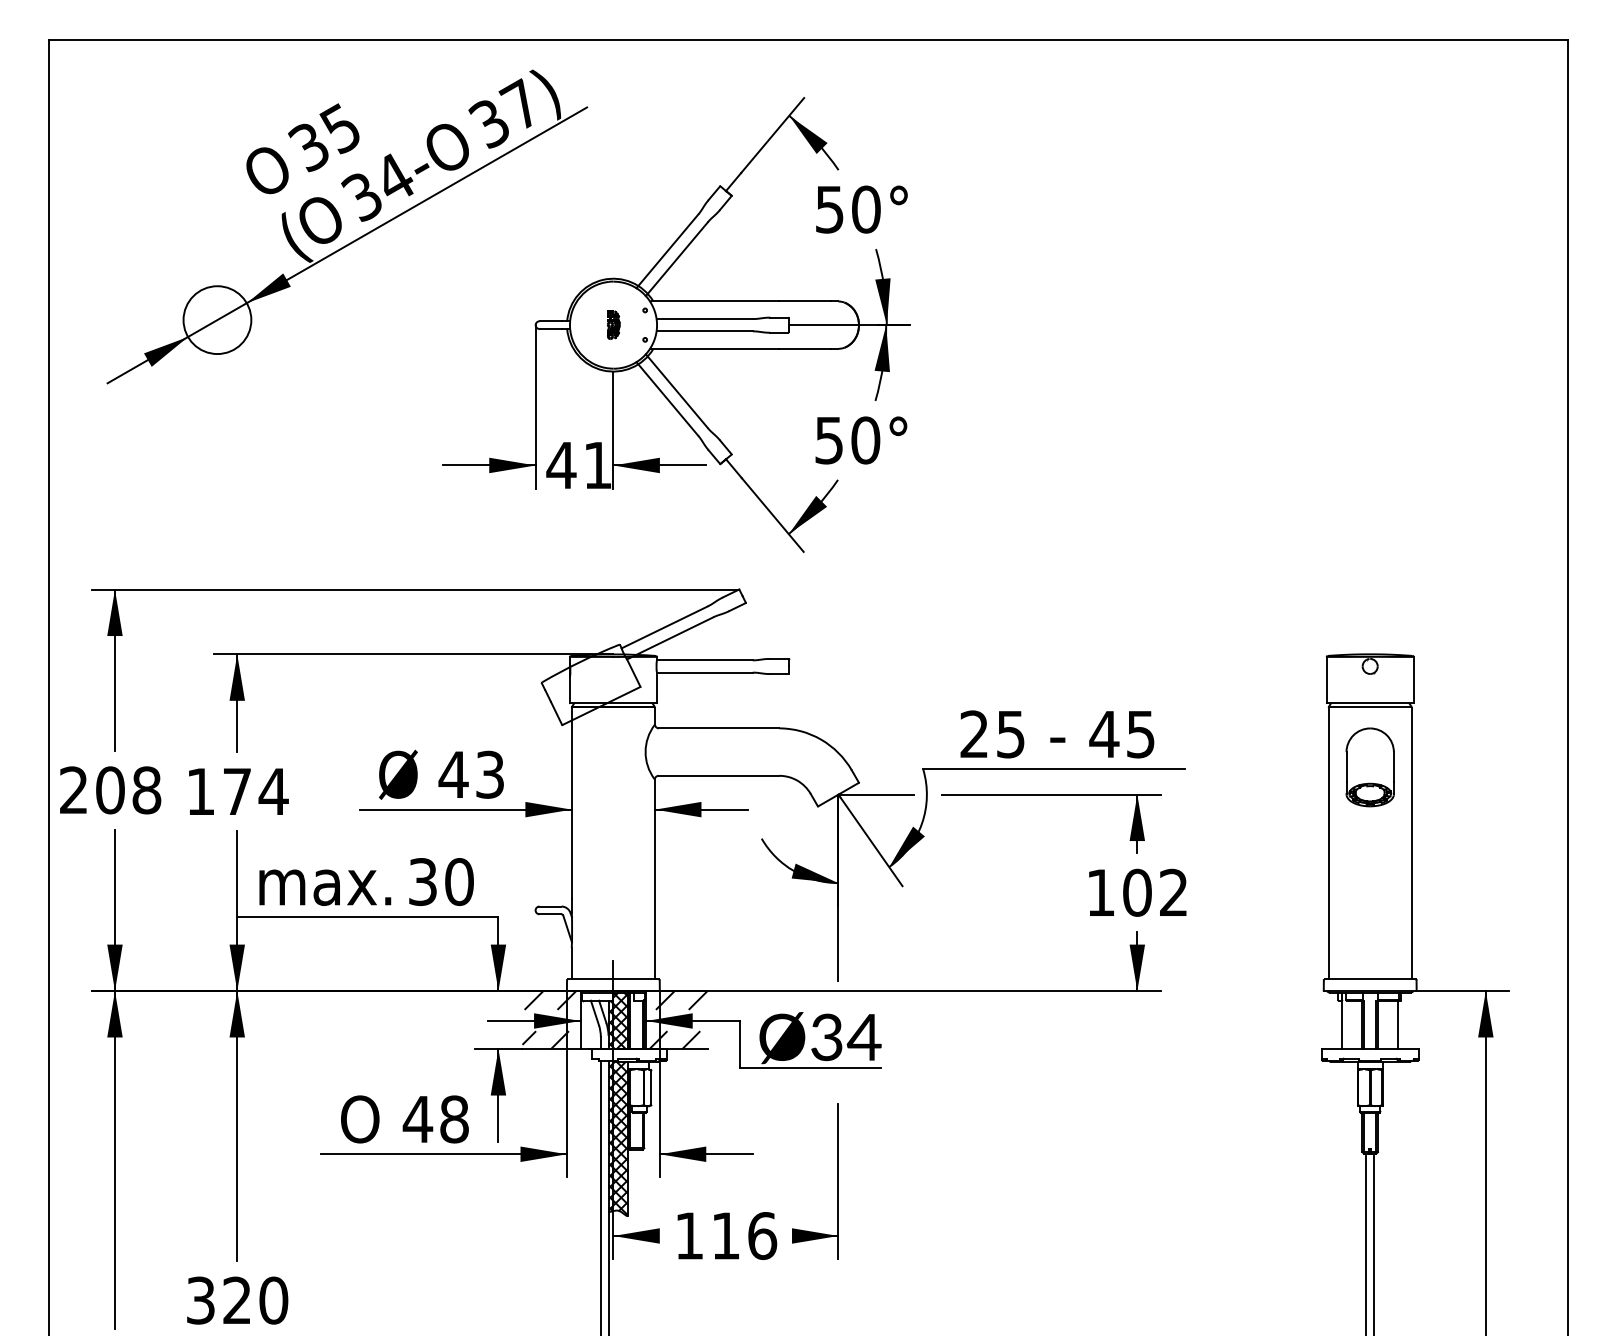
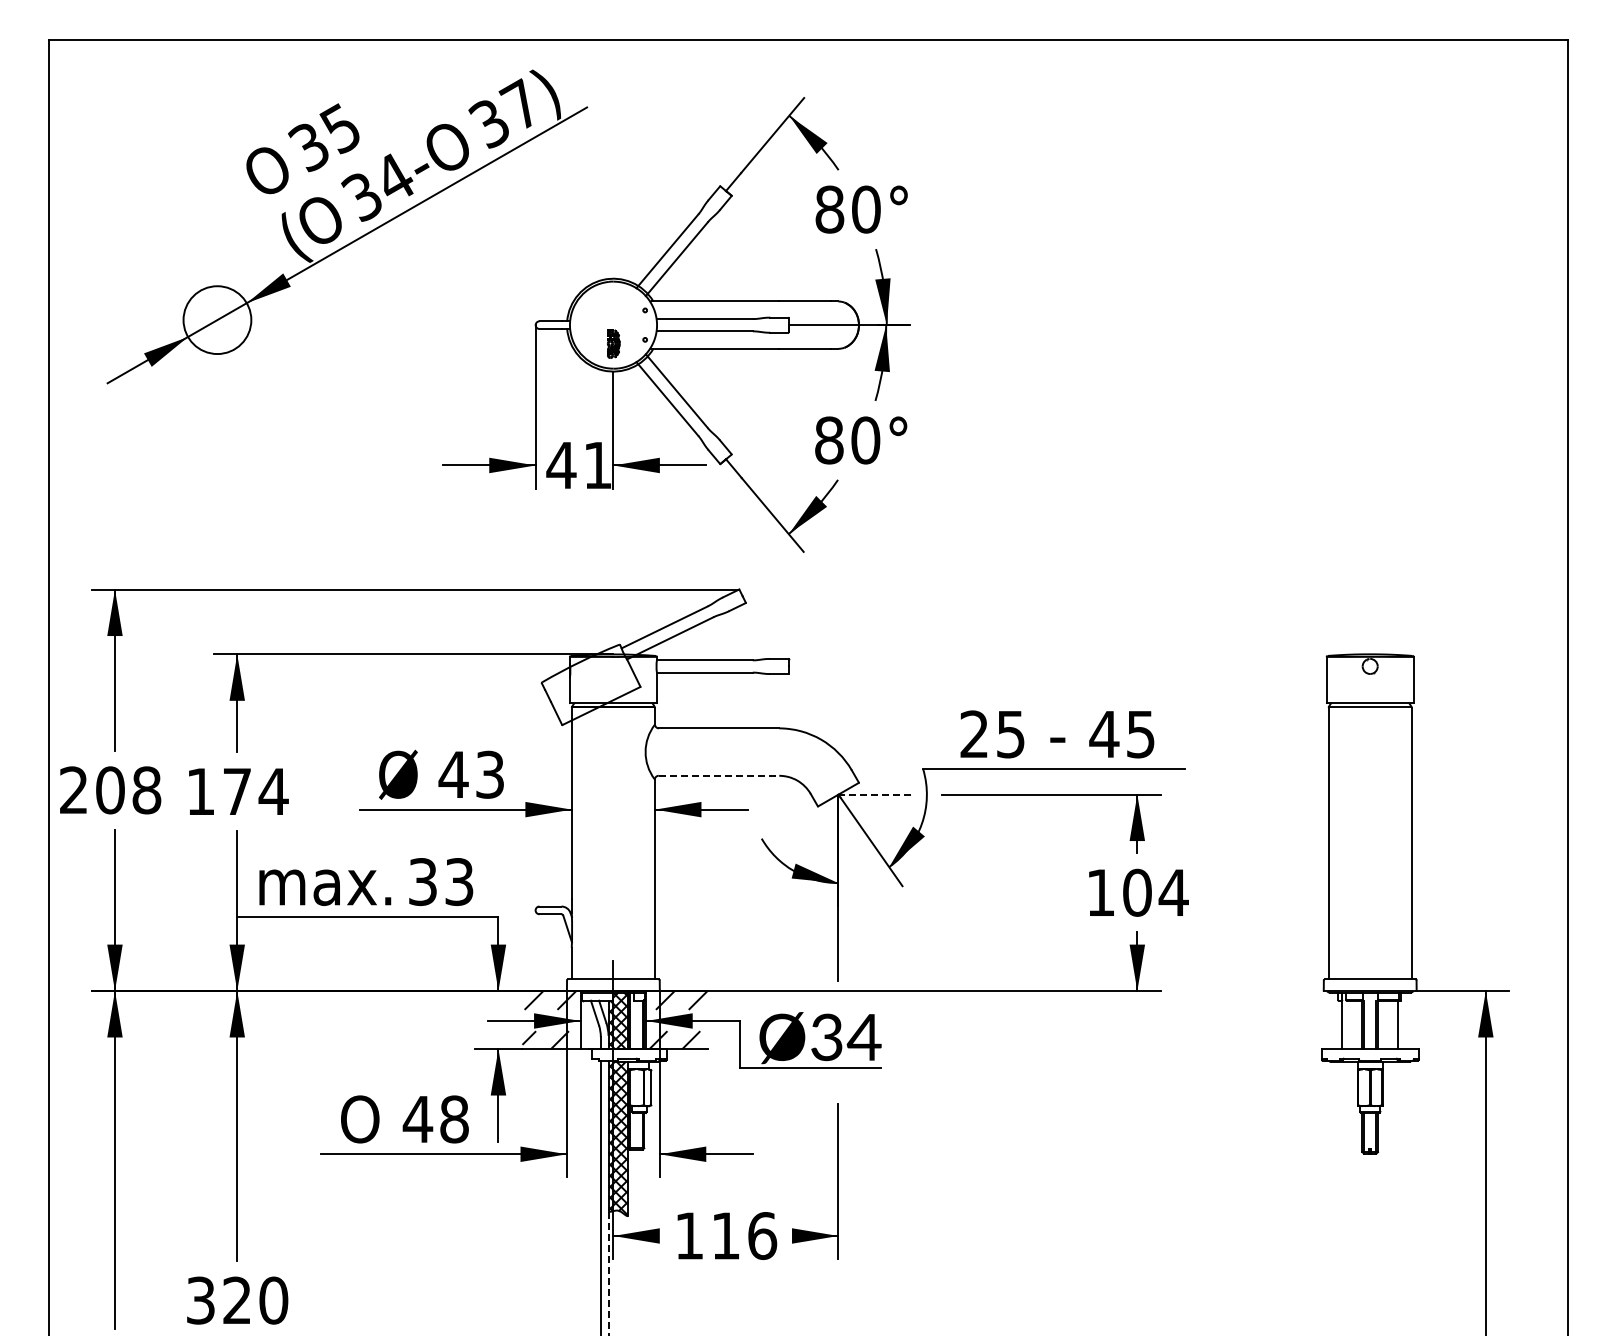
text at (829, 209): 50° -> 80°
part at (613, 324) position: (613, 324) -> (613, 343)
text at (829, 440): 50° -> 80°
part at (1369, 767): present -> none
line at (719, 775): solid -> dashed
line at (876, 794): solid -> dashed
text at (459, 882): 30 -> 33
text at (1173, 891): 102 -> 104
line at (1366, 1244): present -> none
line at (1374, 1244): present -> none
line at (608, 1273): solid -> dashed
